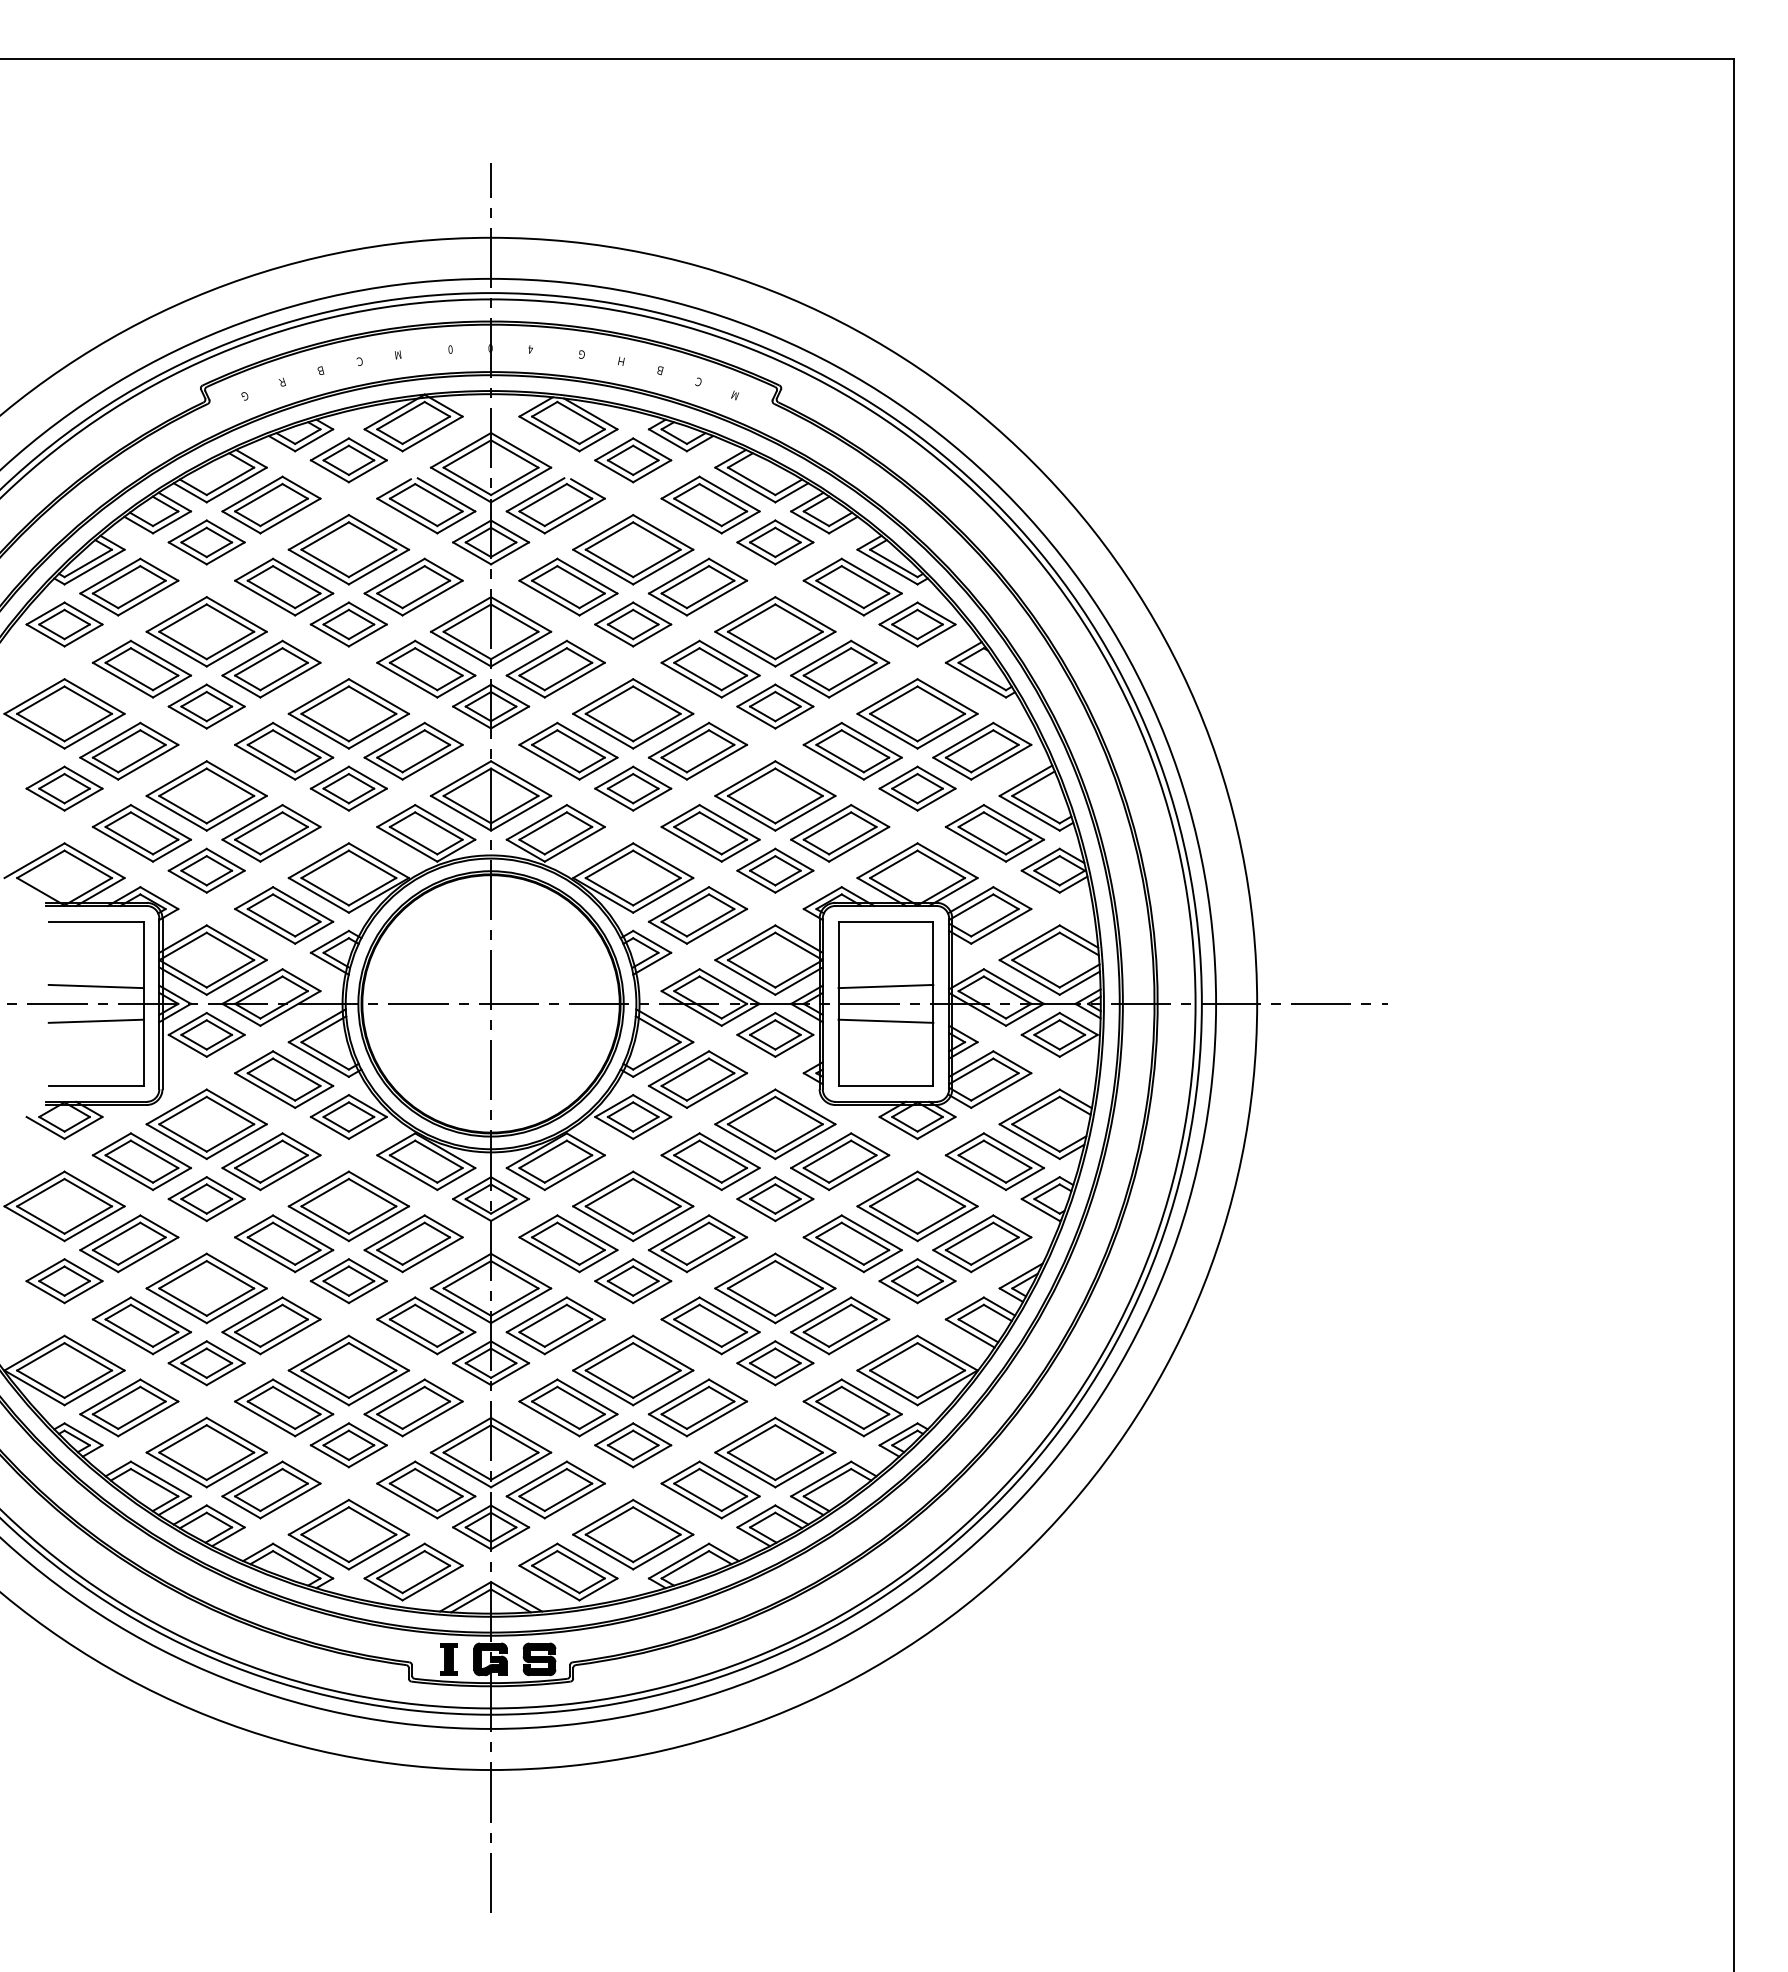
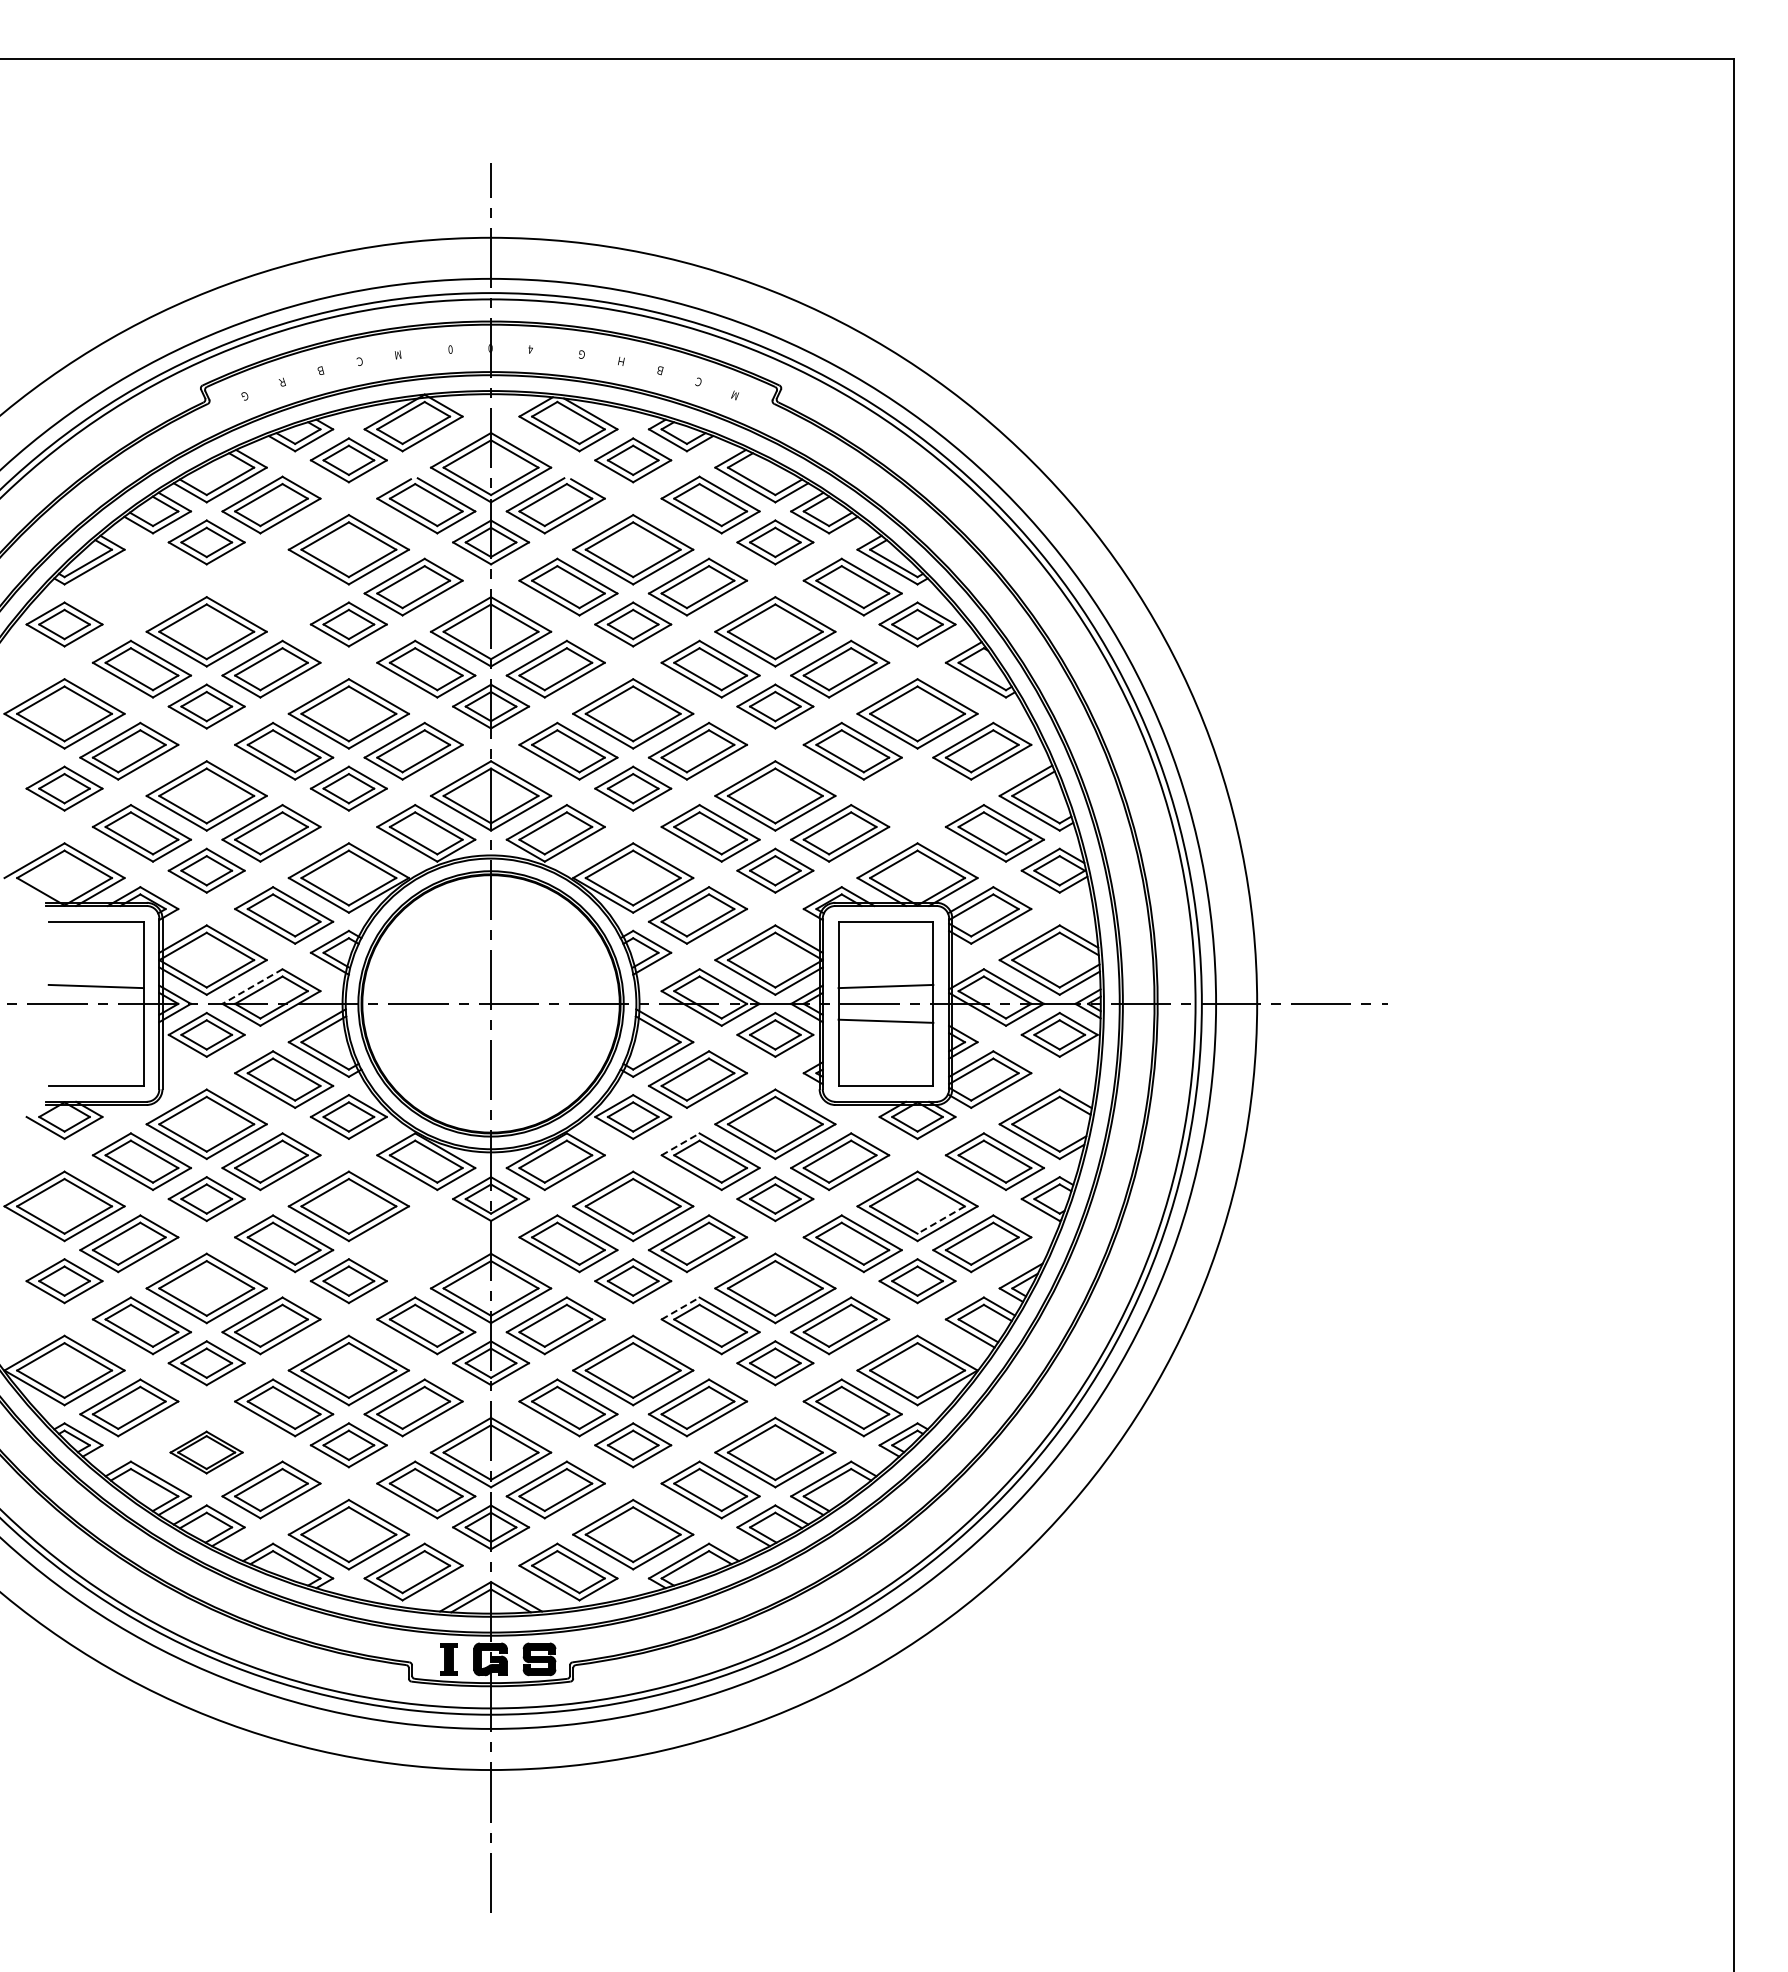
part at (129, 586): present -> none
part at (284, 586): present -> none
part at (917, 788): present -> none
line at (252, 986): solid -> dashed
line at (95, 1020): present -> none
line at (680, 1144): solid -> dashed
line at (940, 1220): solid -> dashed
part at (413, 1243): present -> none
line at (680, 1308): solid -> dashed
part at (206, 1452) size: 123x73 px -> 75x45 px
